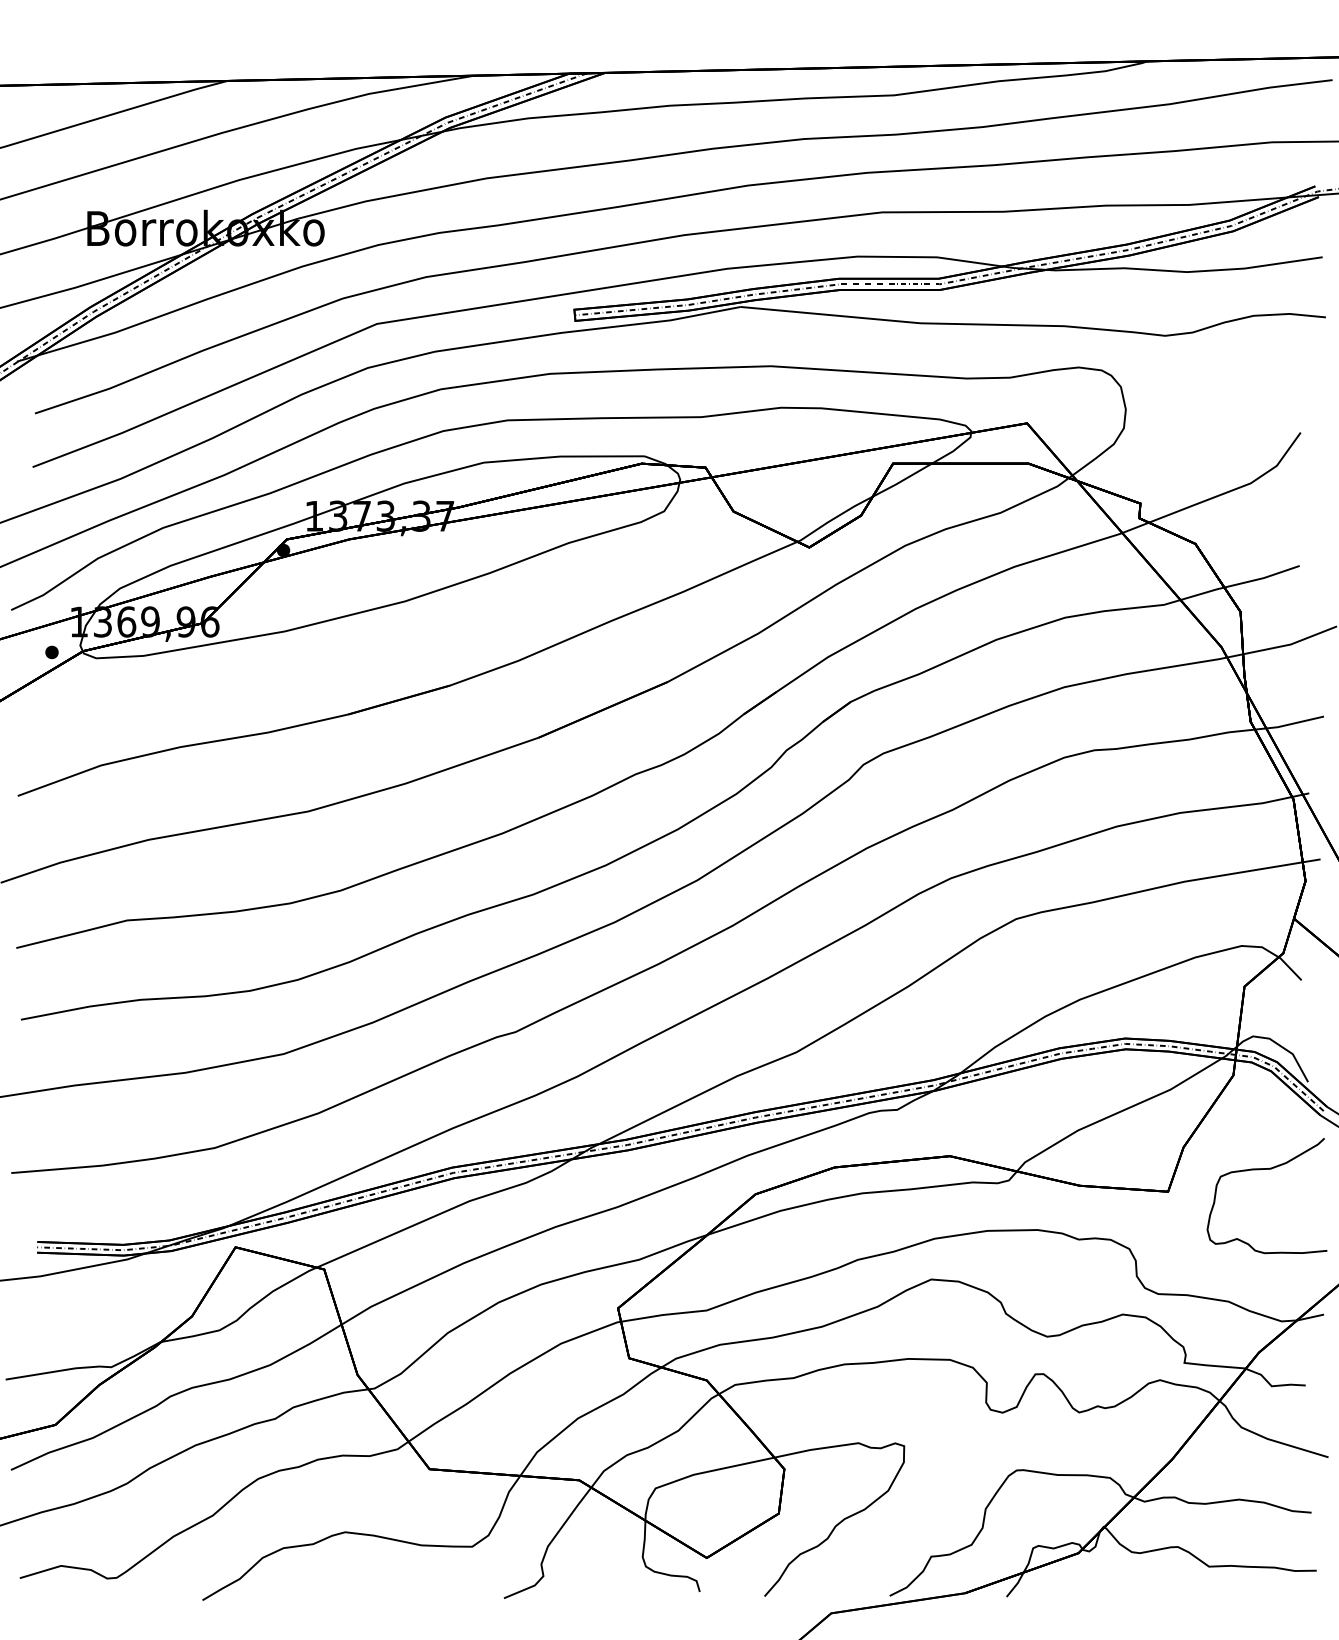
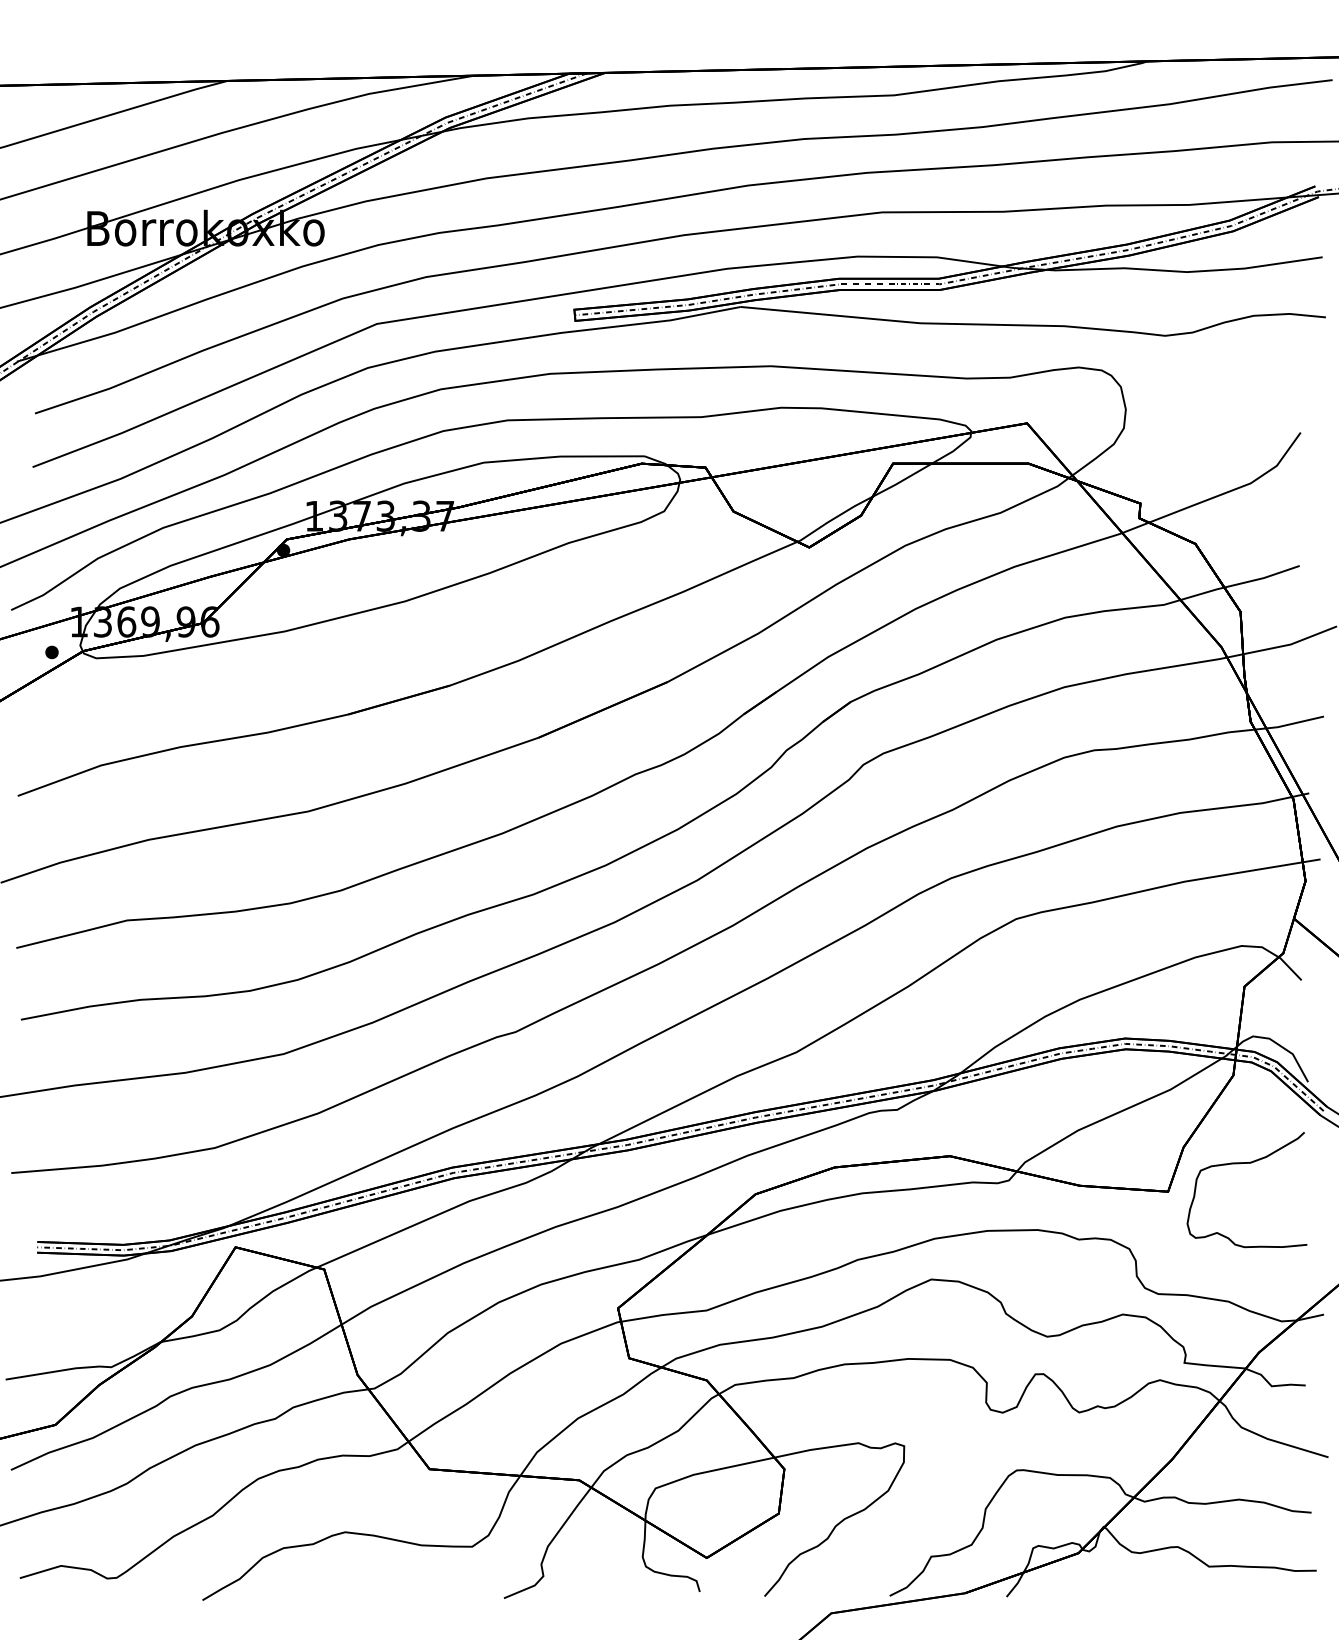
curve at (1259, 1170) position: (1259, 1170) -> (1239, 1164)
